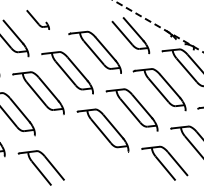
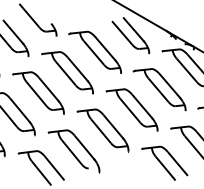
part at (37, 19) size: 24x20 px -> 40x34 px
line at (158, 26): dashed -> solid
part at (73, 151): none -> present
